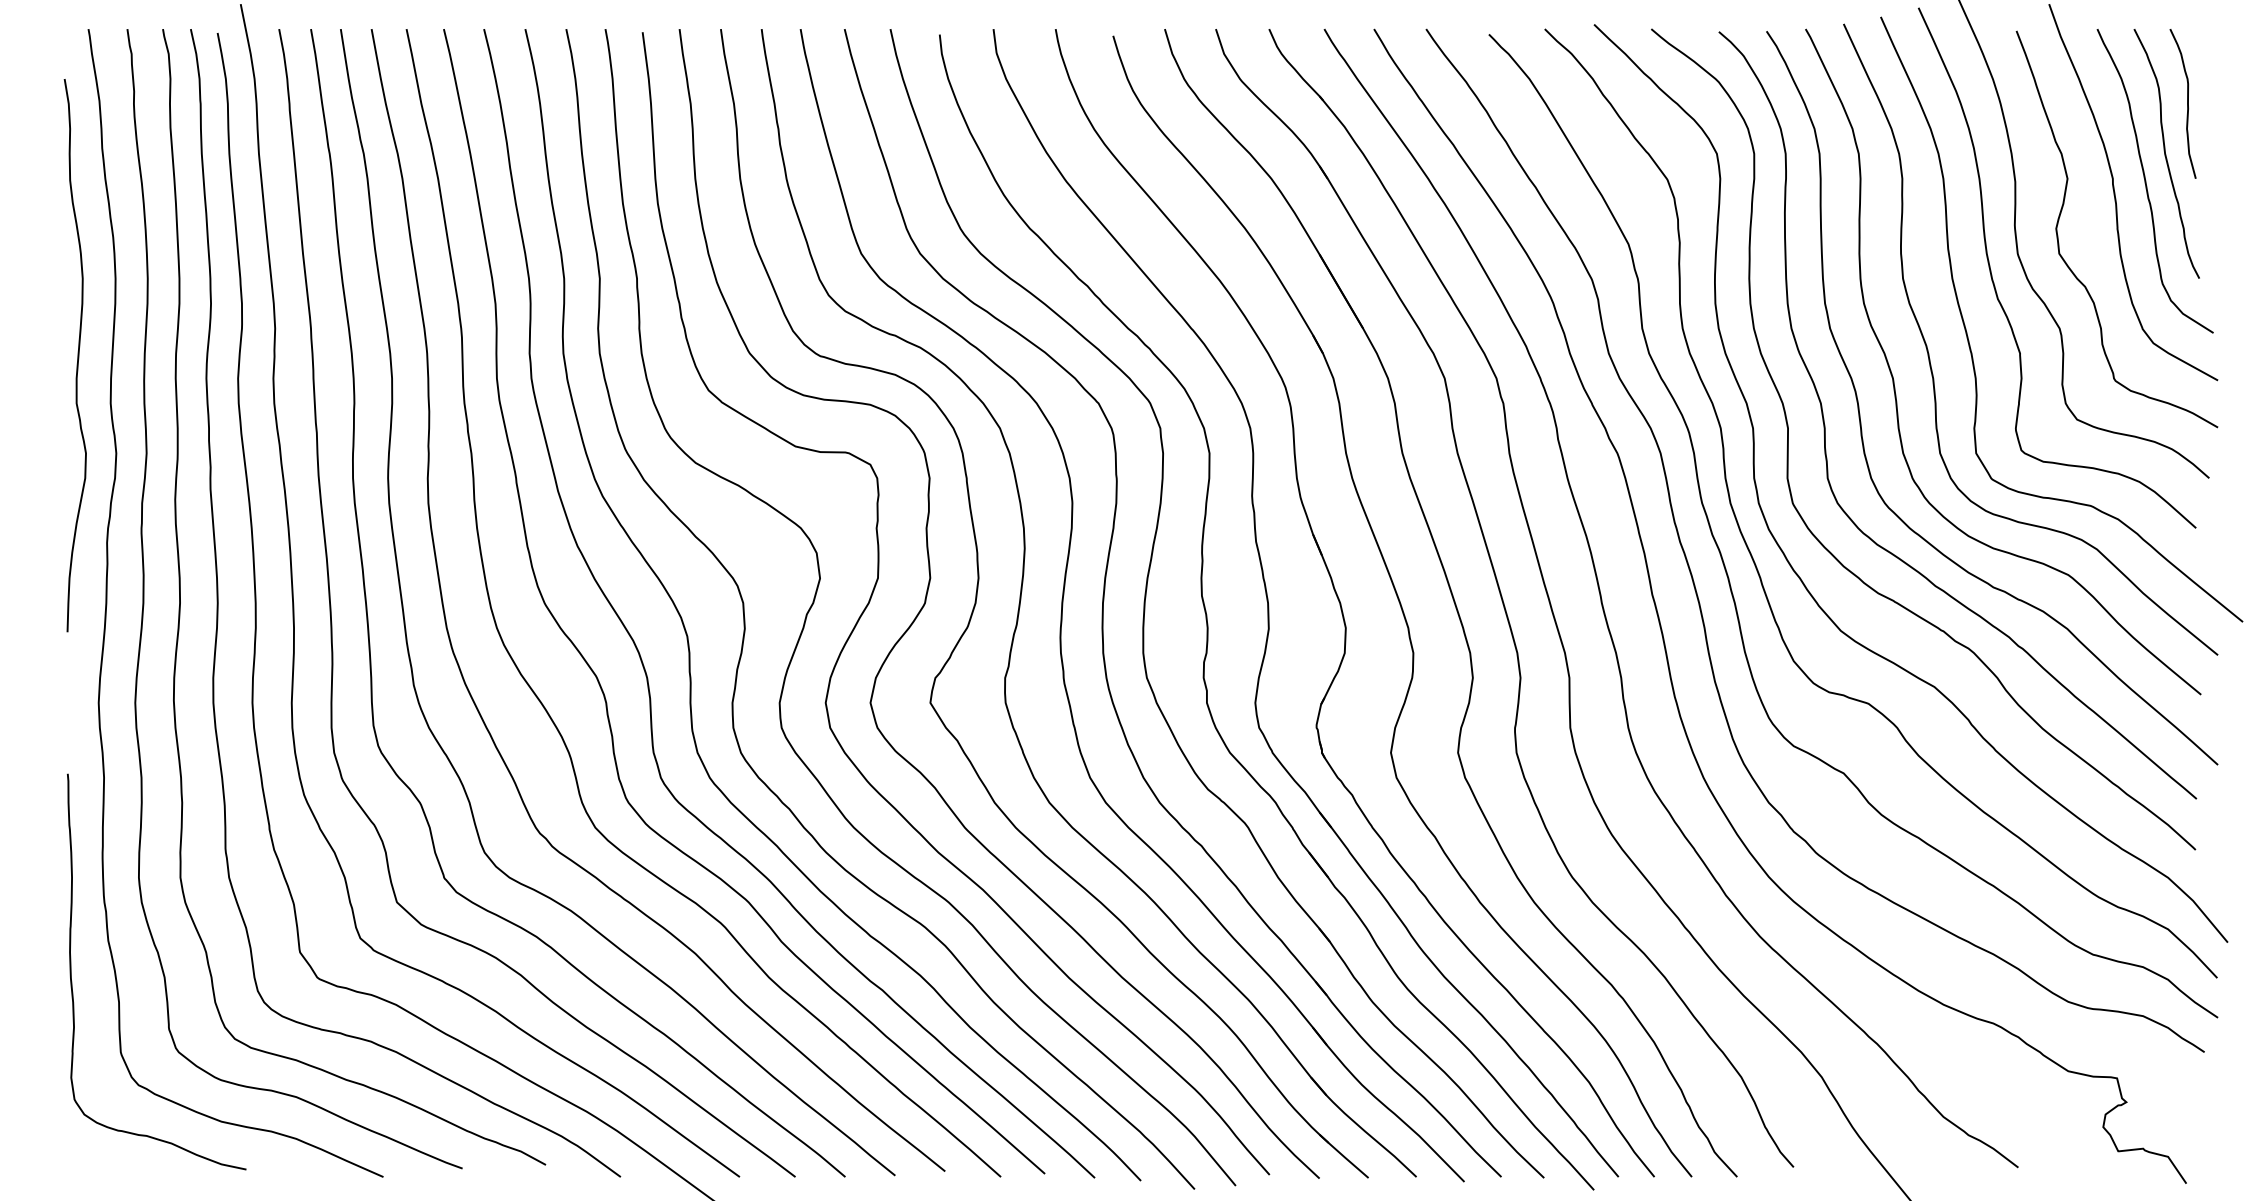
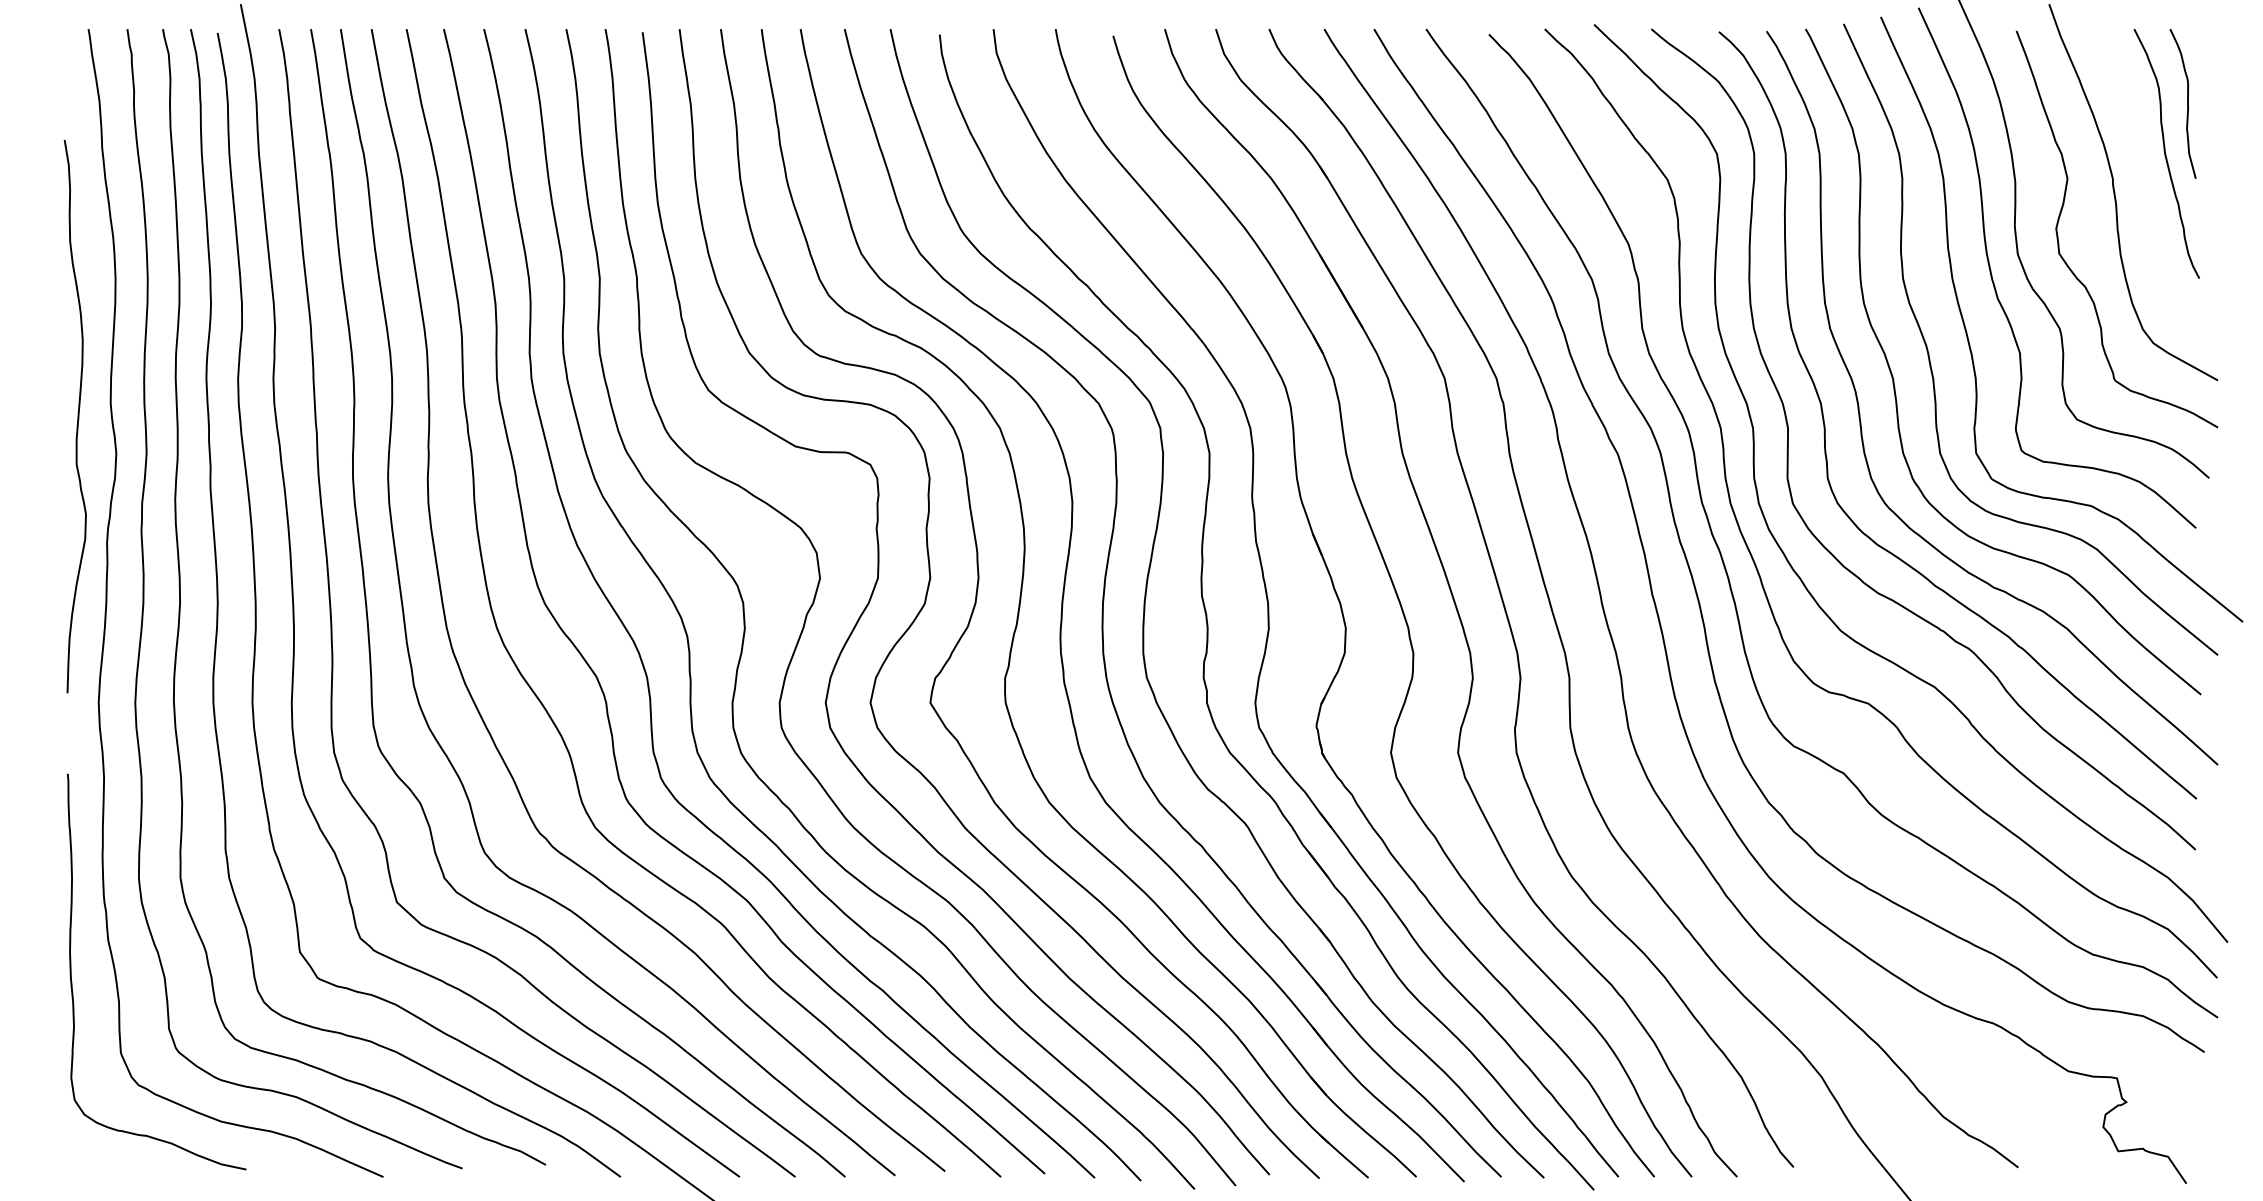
curve at (2146, 181): present -> none
curve at (77, 355) position: (77, 355) -> (77, 416)
